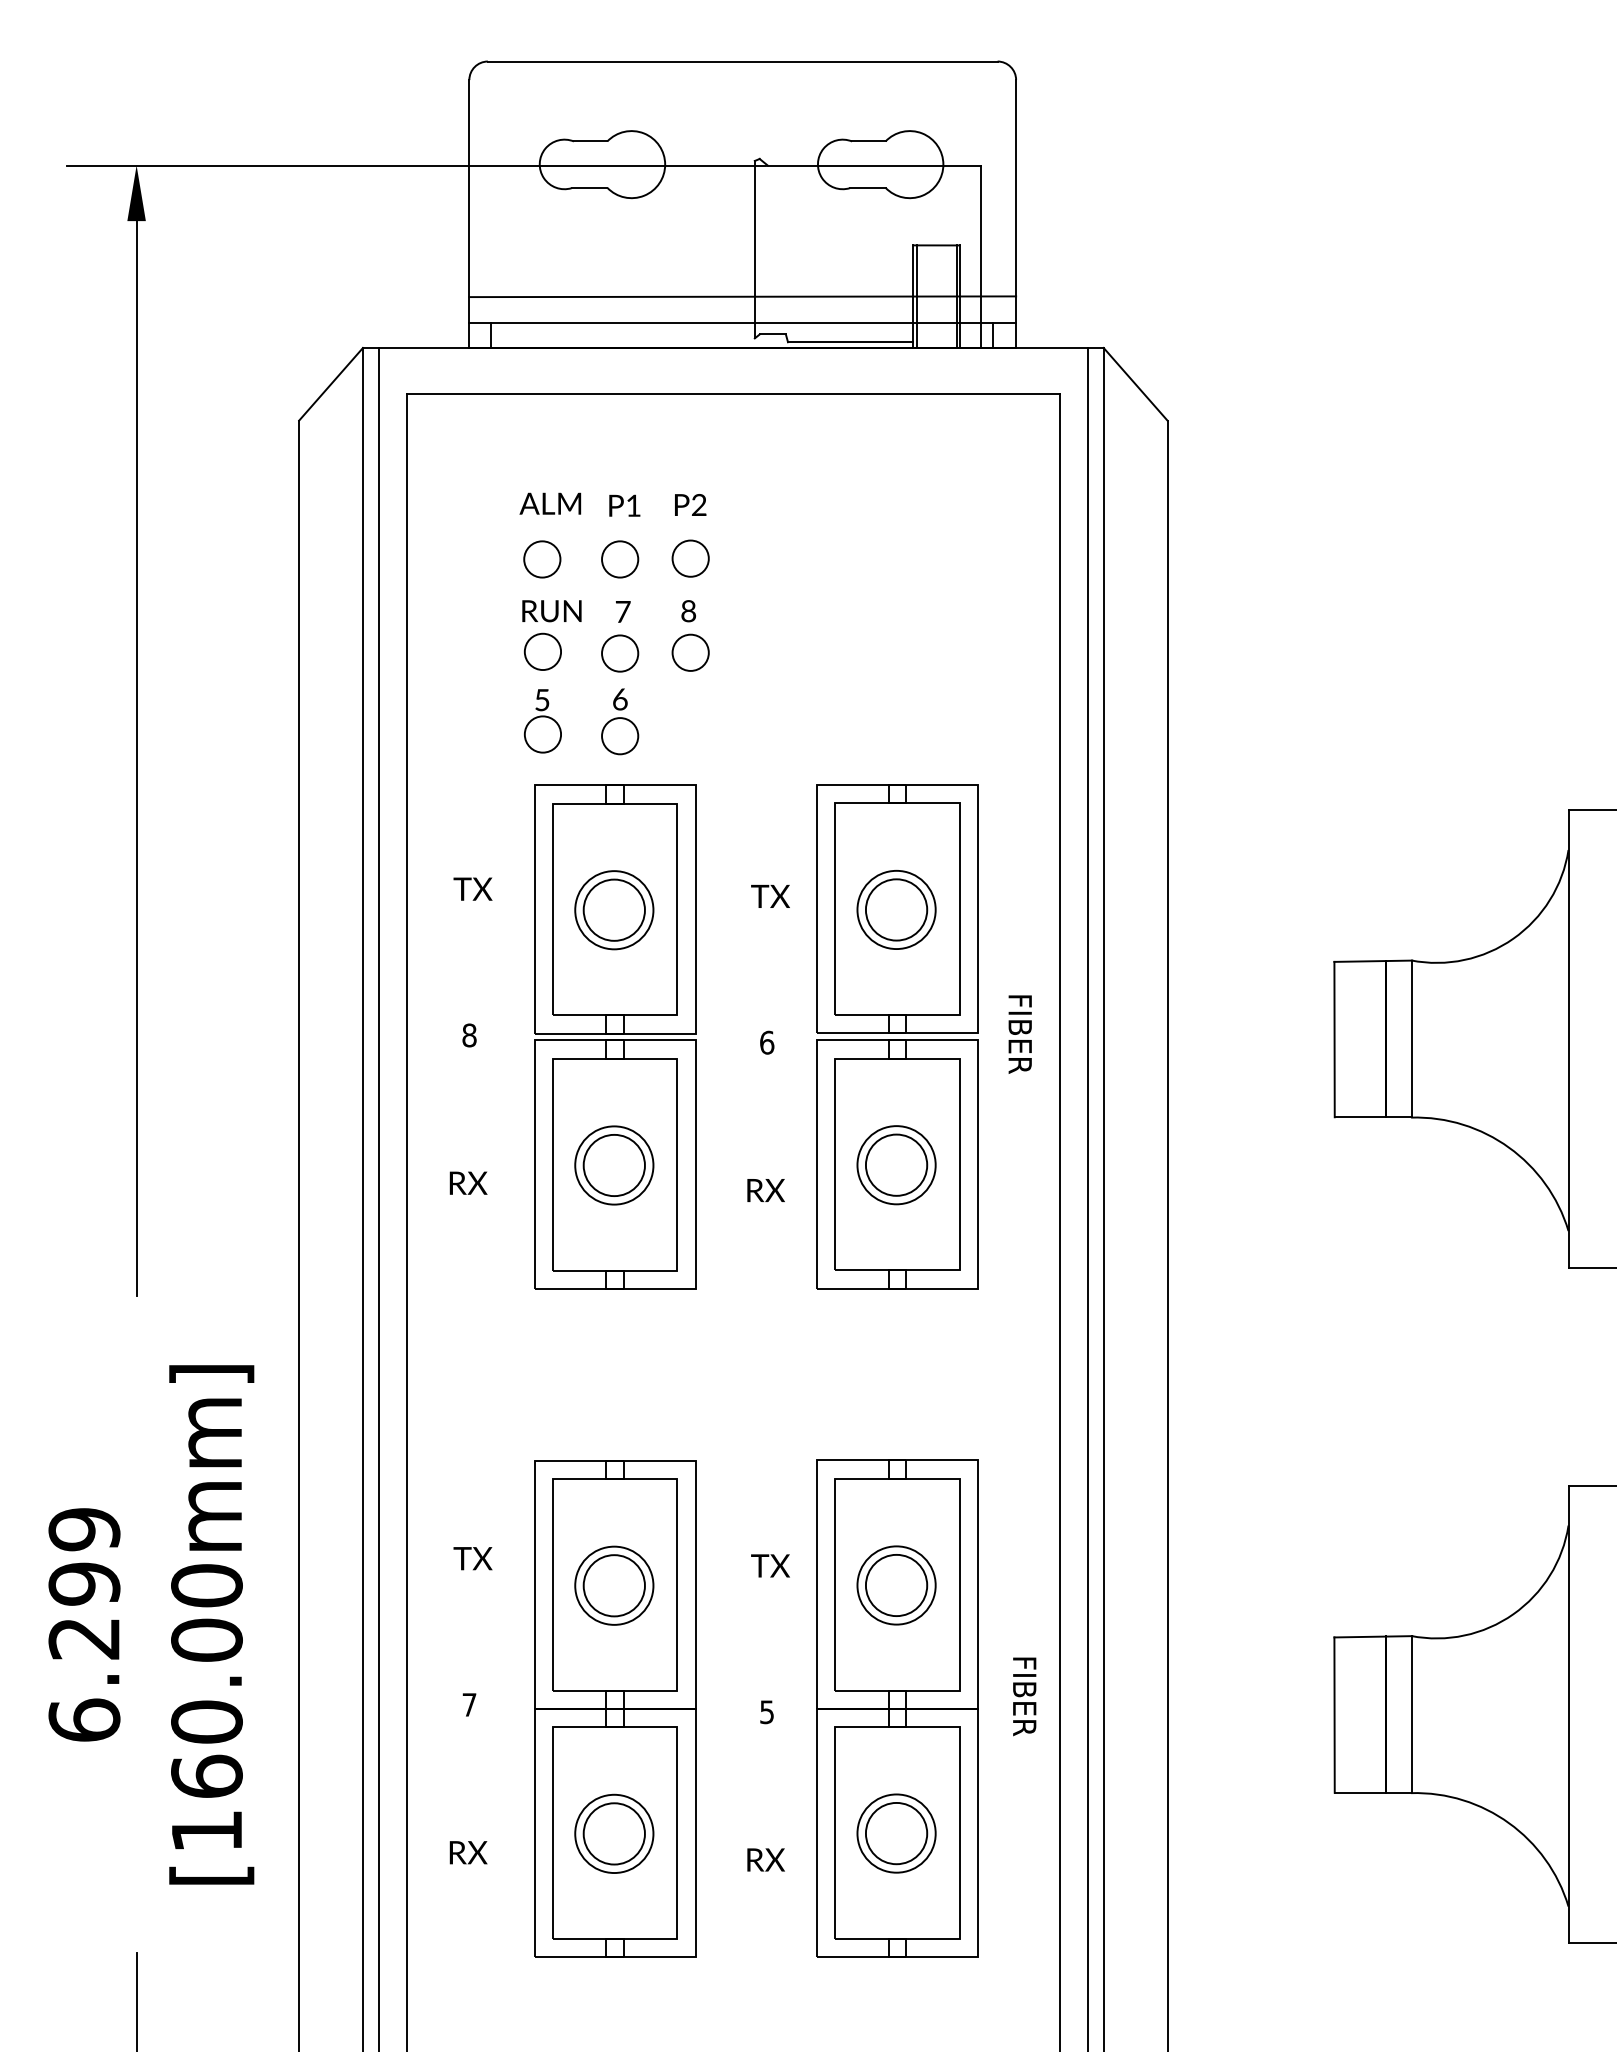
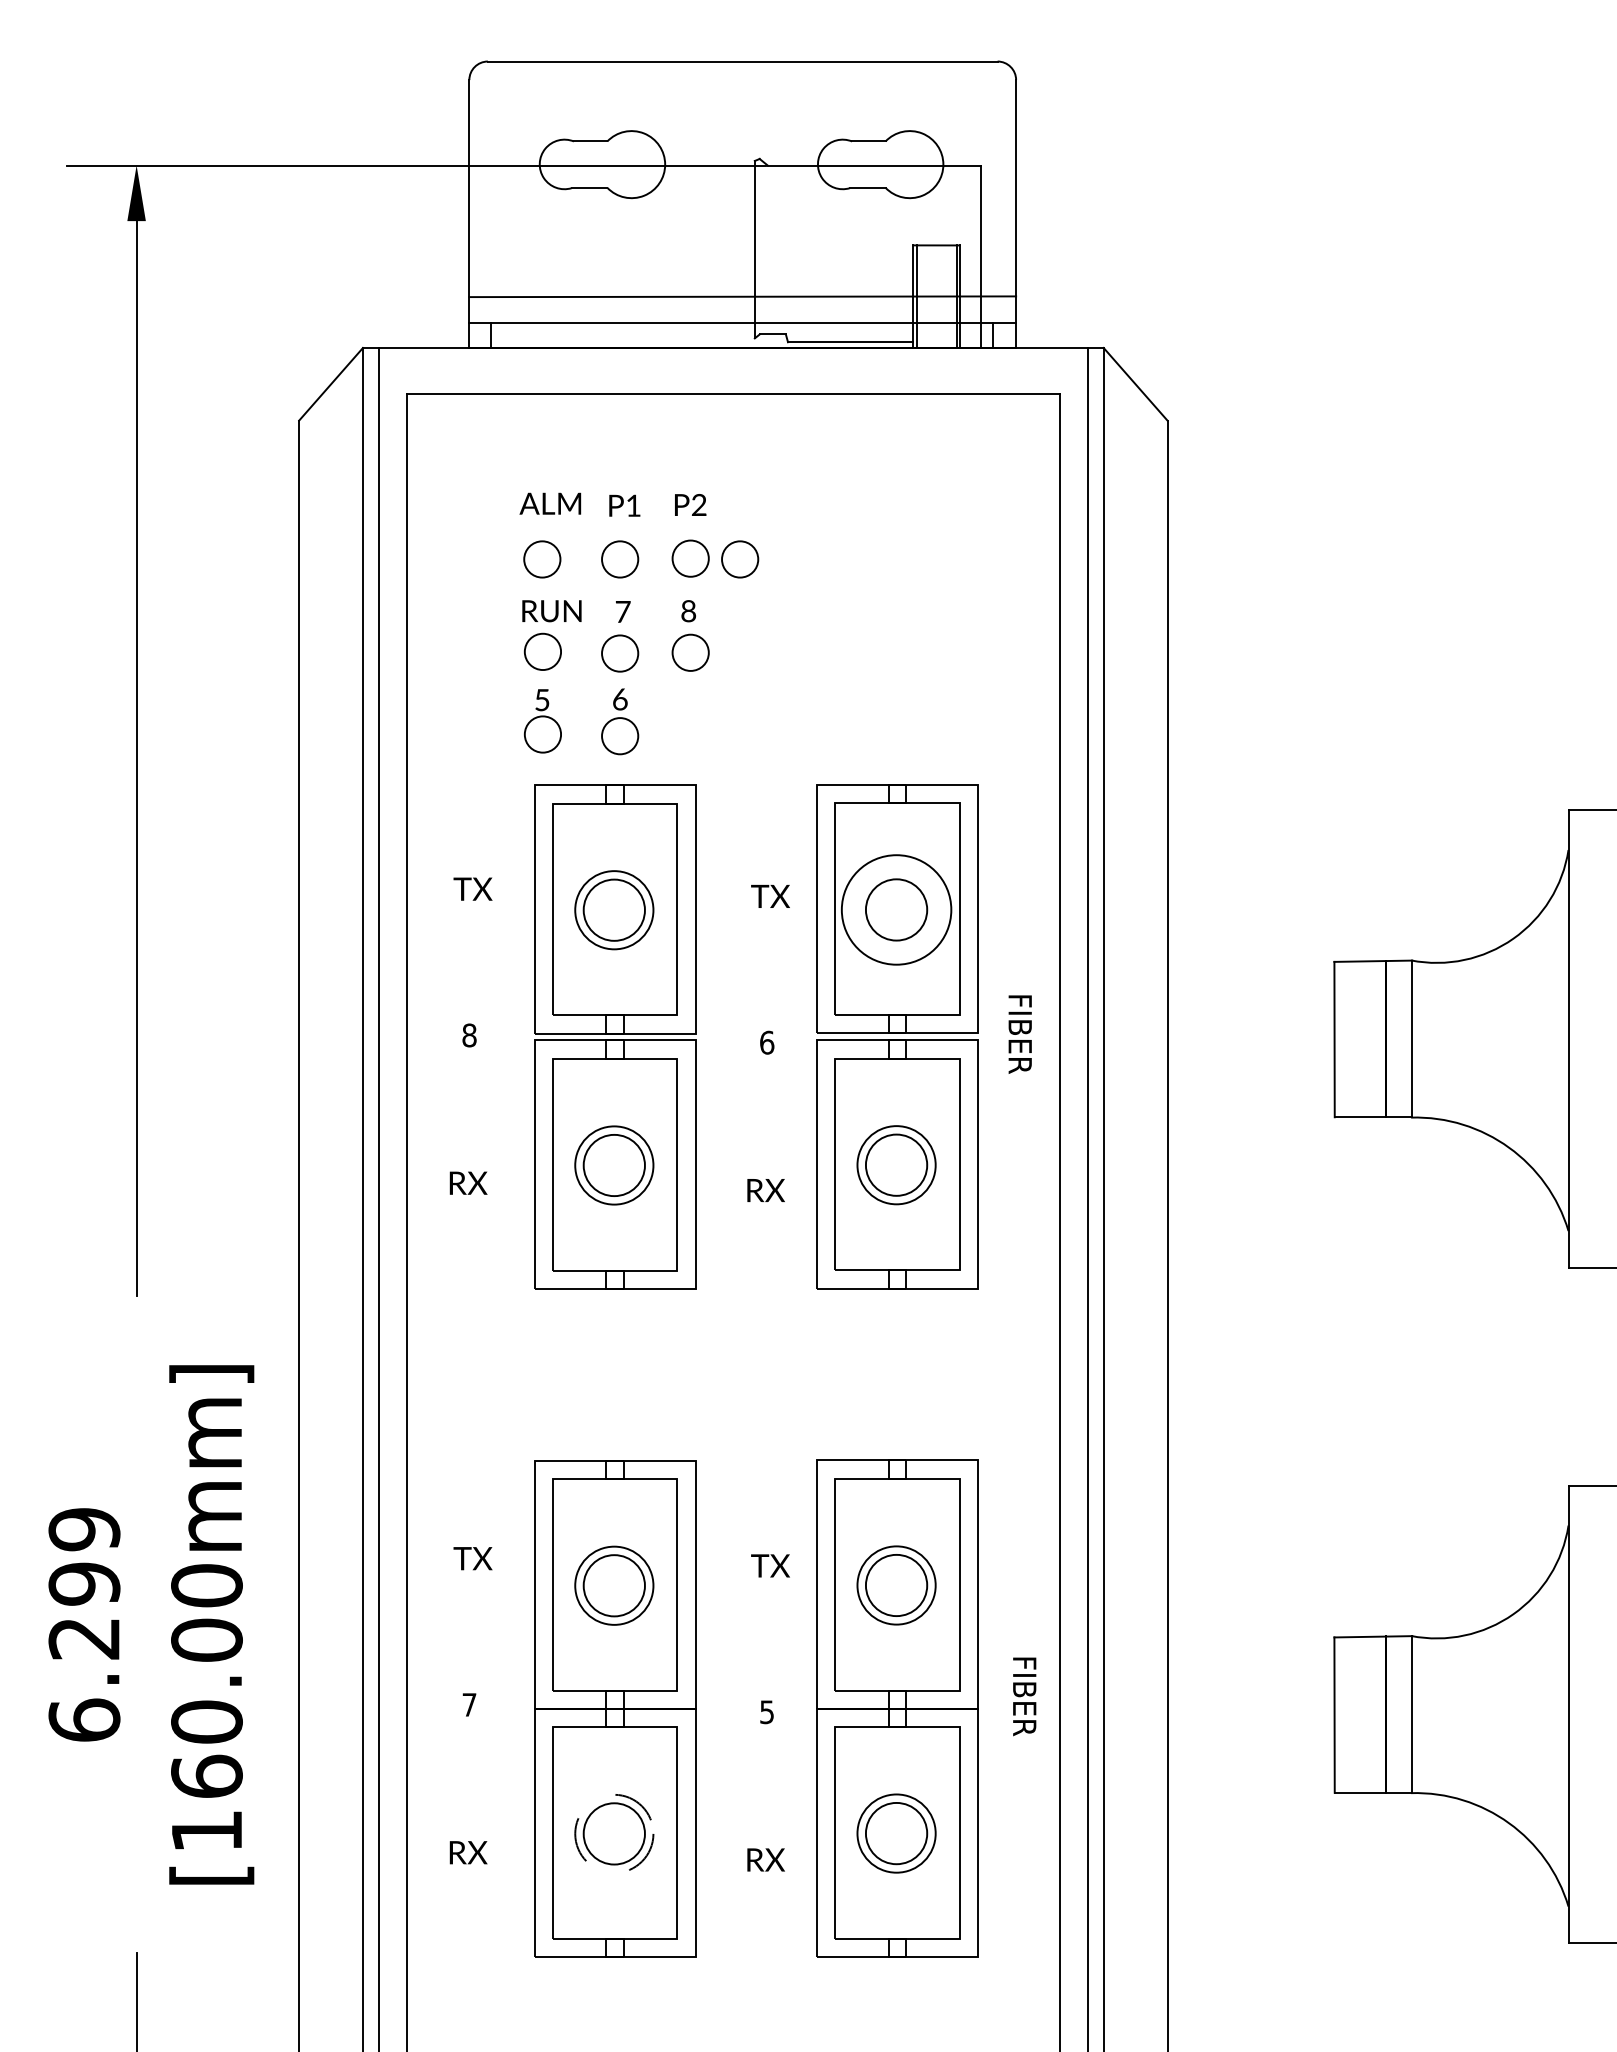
circle at (740, 559): none -> present
circle at (896, 909) diameter: 78 px -> 110 px
circle at (614, 1833): solid -> dashed
